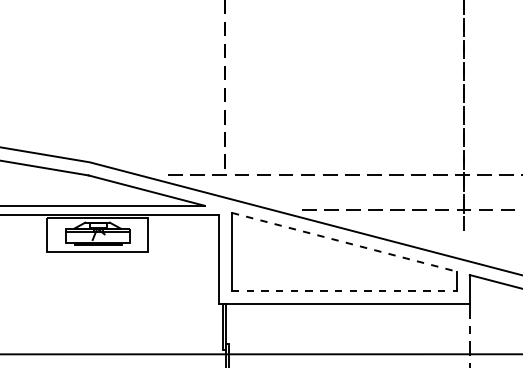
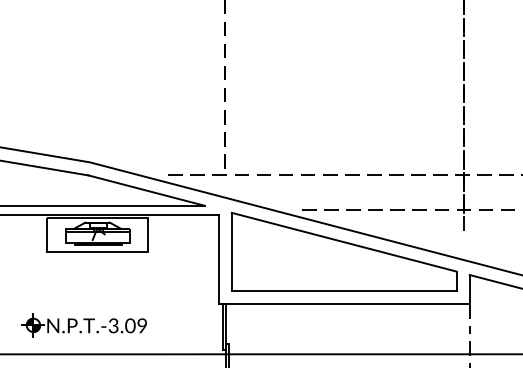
line at (344, 242): dashed -> solid
line at (344, 290): dashed -> solid
part at (83, 325): none -> present
